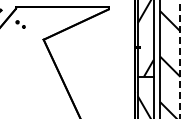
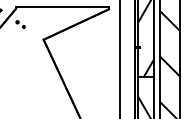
line at (119, 58): none -> present
line at (180, 58): dashed -> solid
